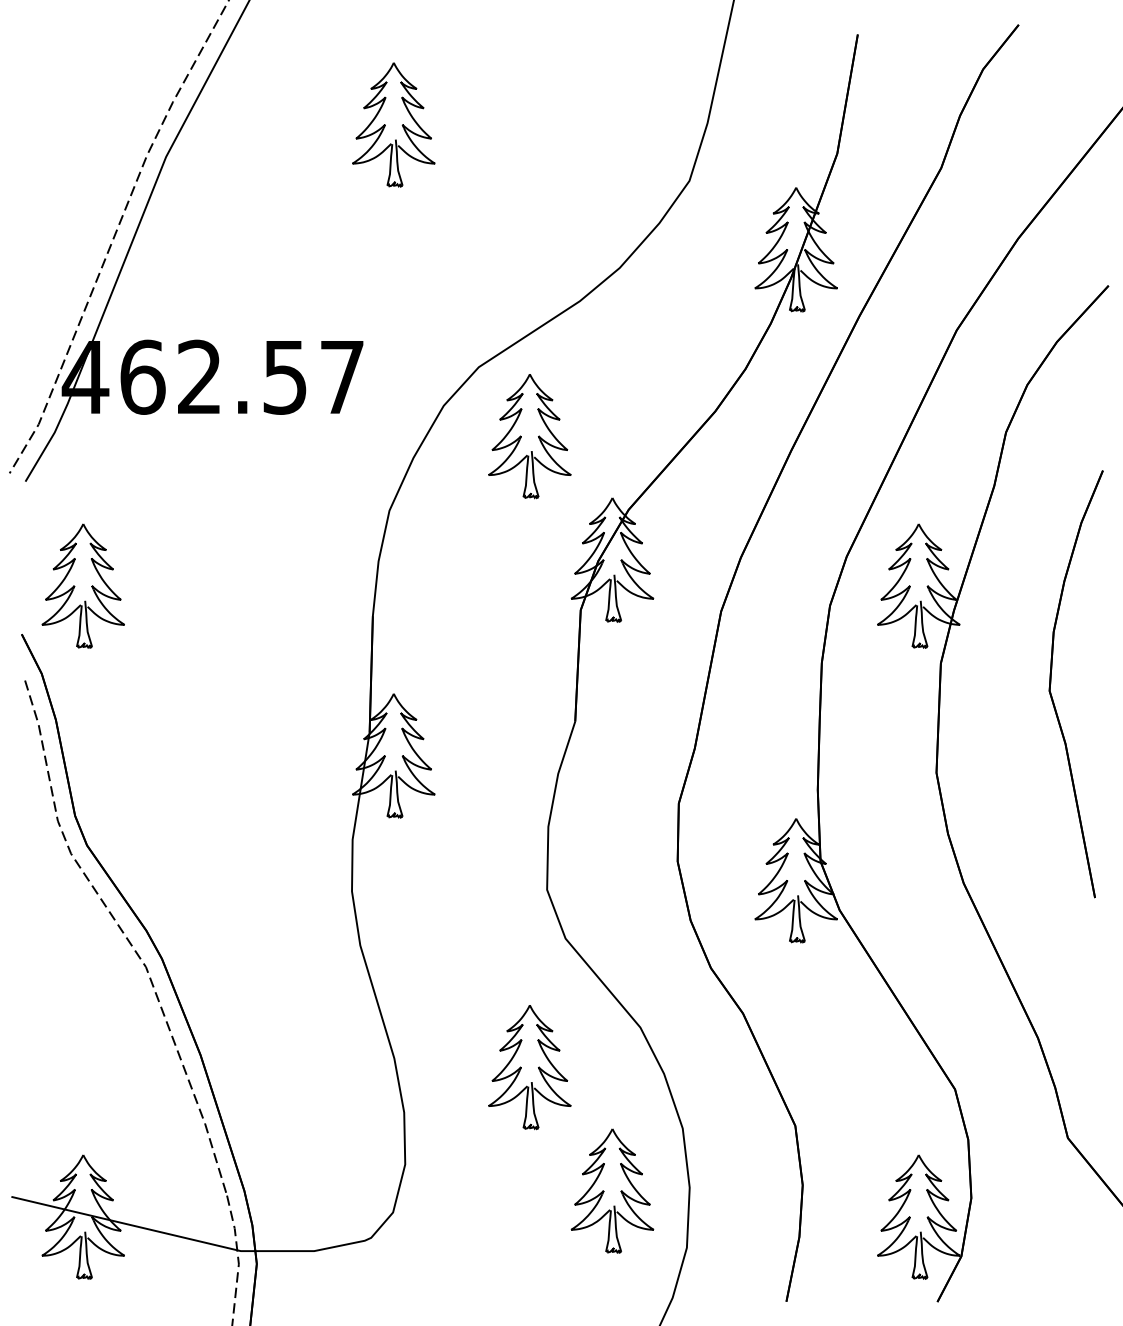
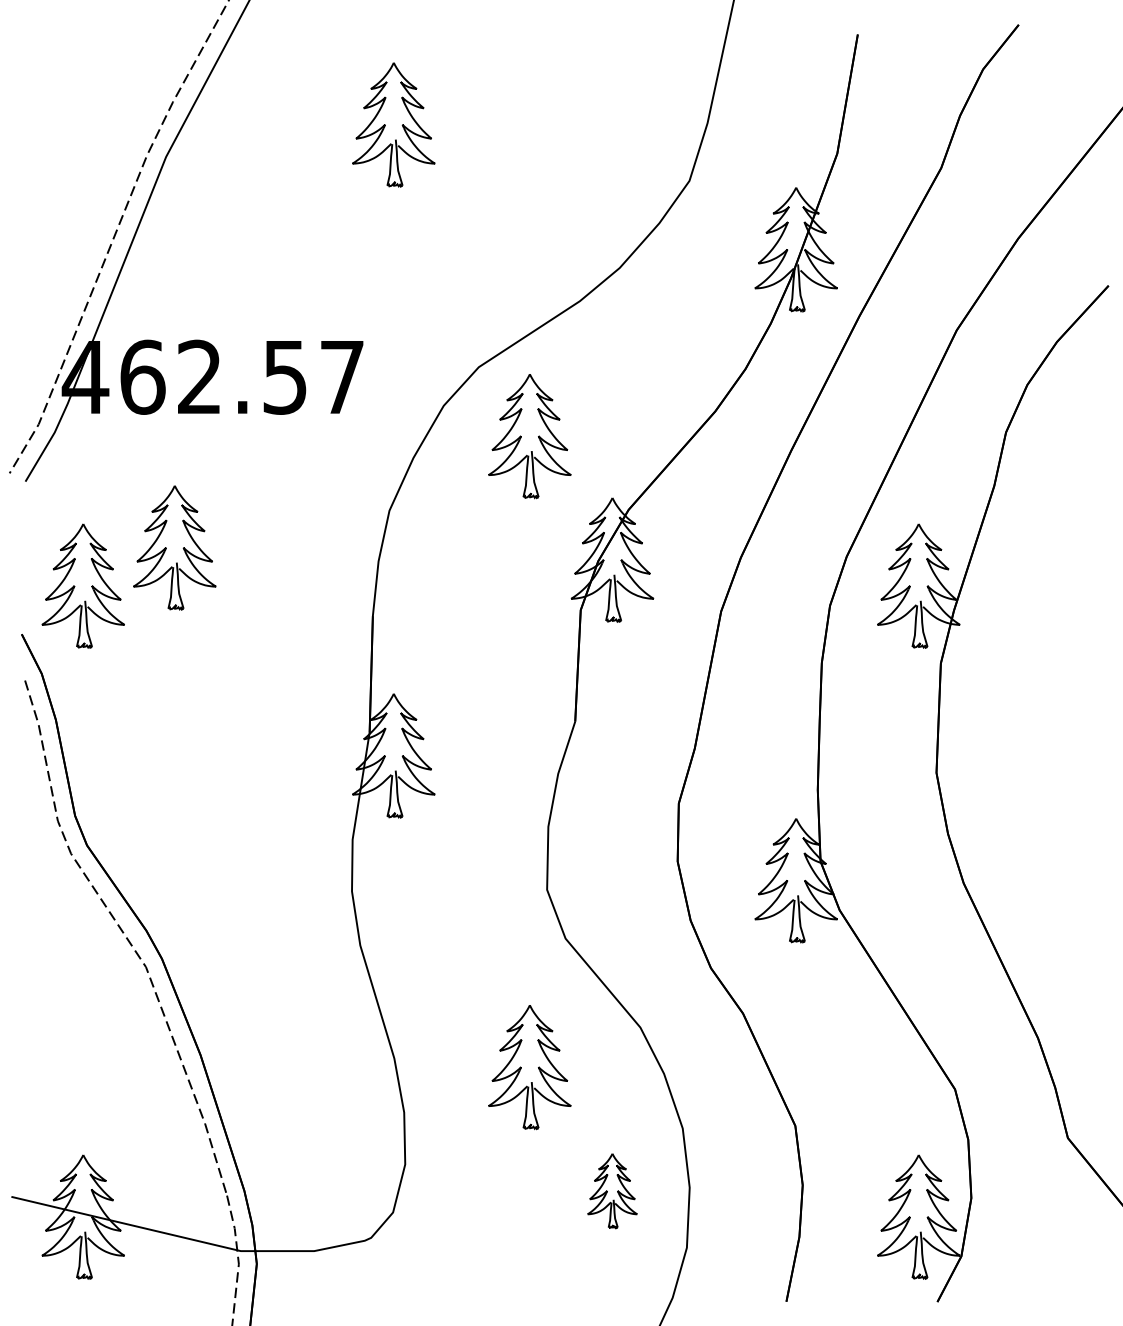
part at (174, 547): none -> present
part at (1051, 683): present -> none
part at (612, 1190) size: 85x126 px -> 51x77 px
